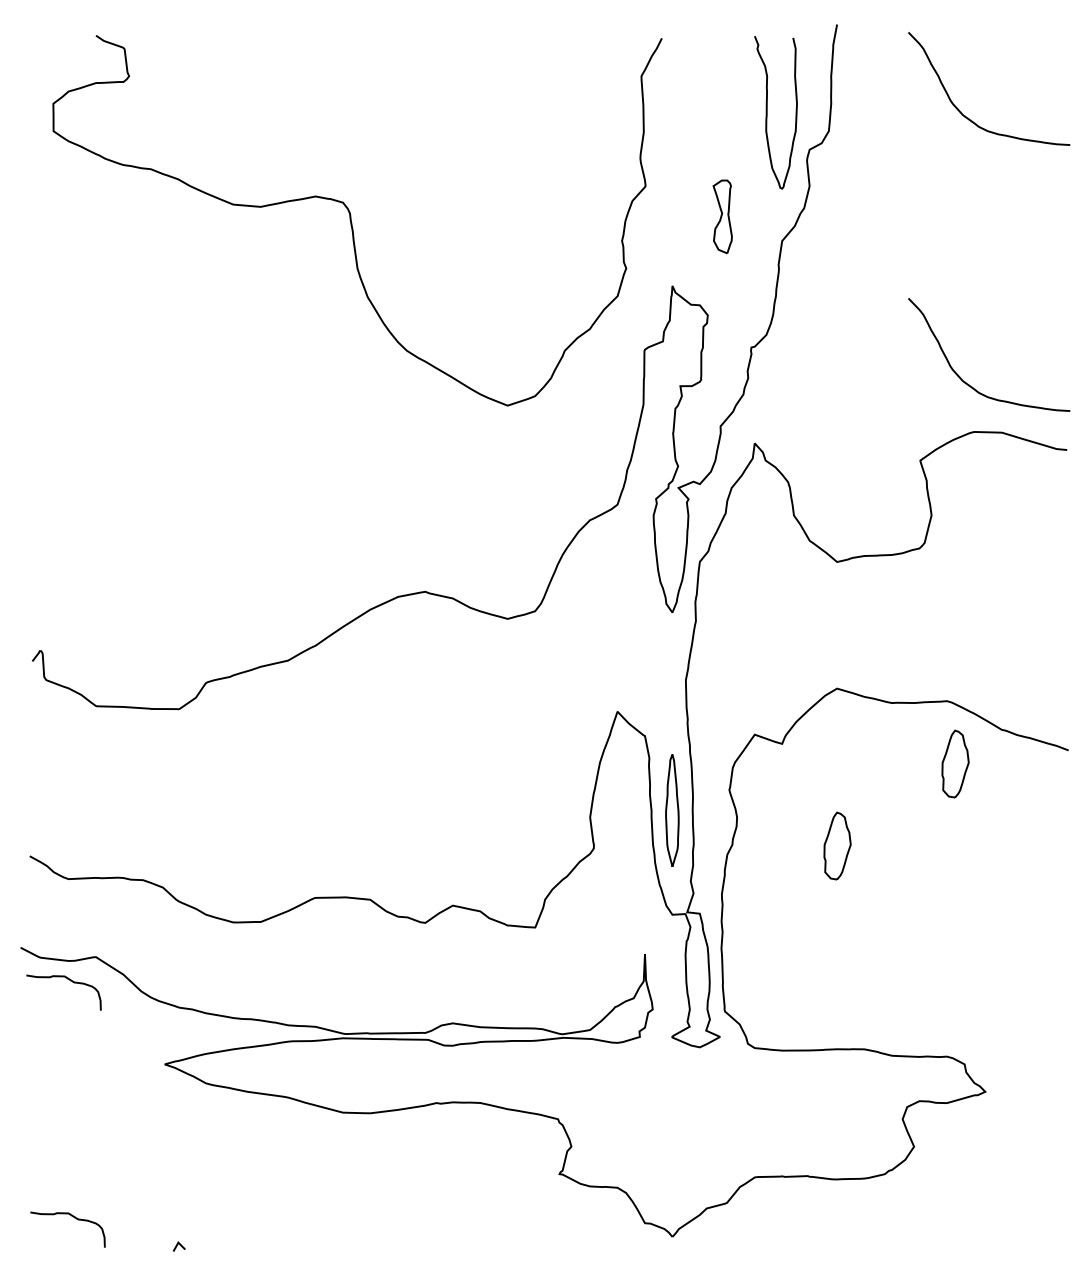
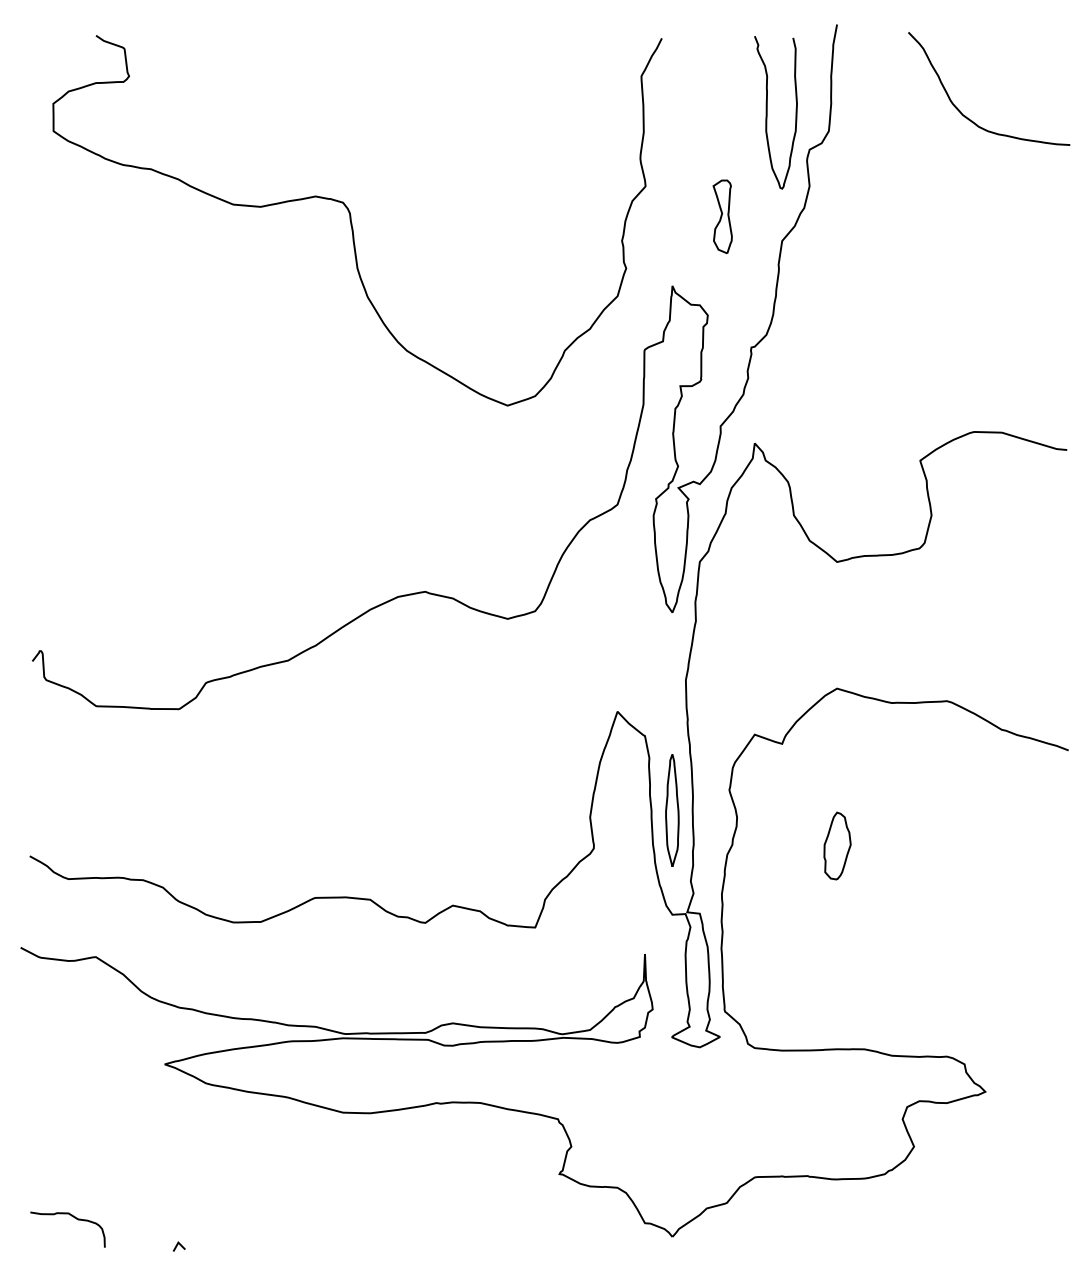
curve at (968, 383): present -> none
part at (955, 763): present -> none
curve at (70, 981): present -> none
